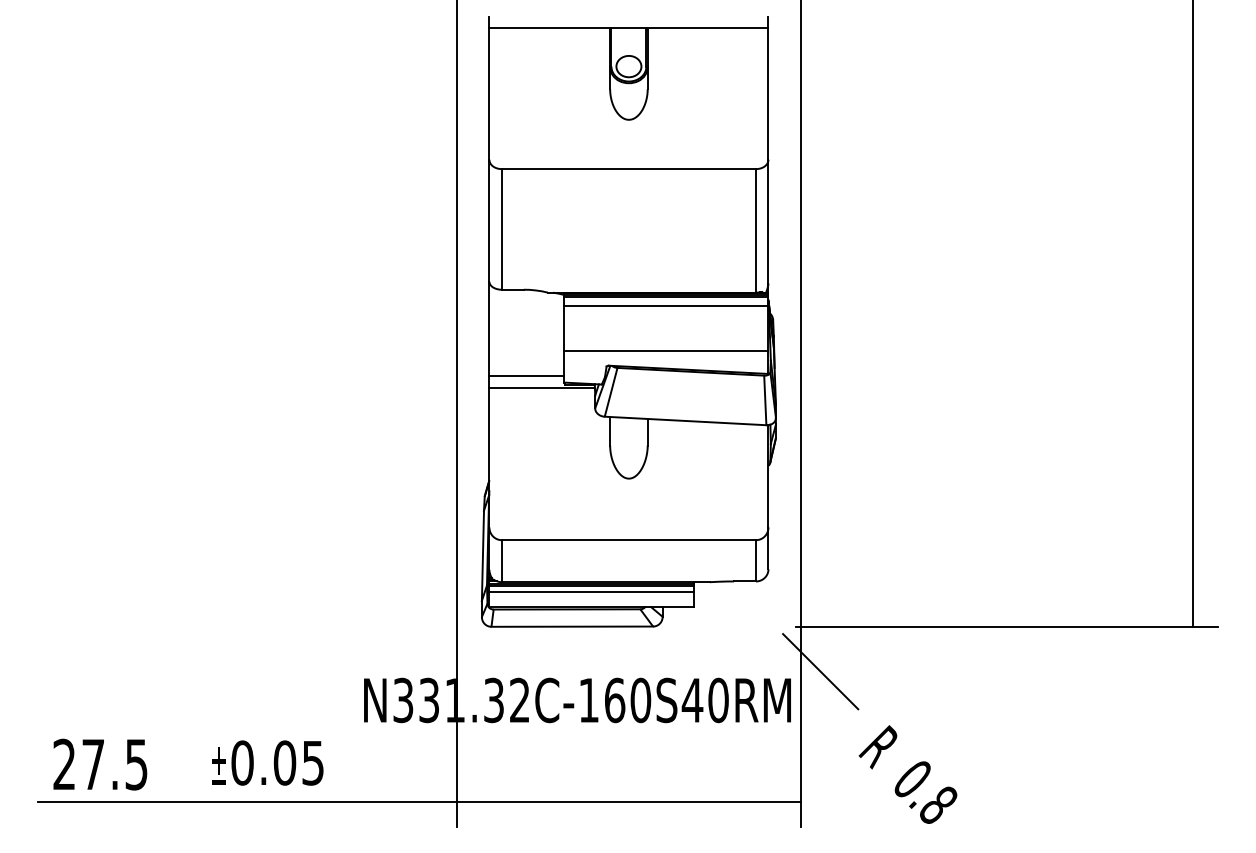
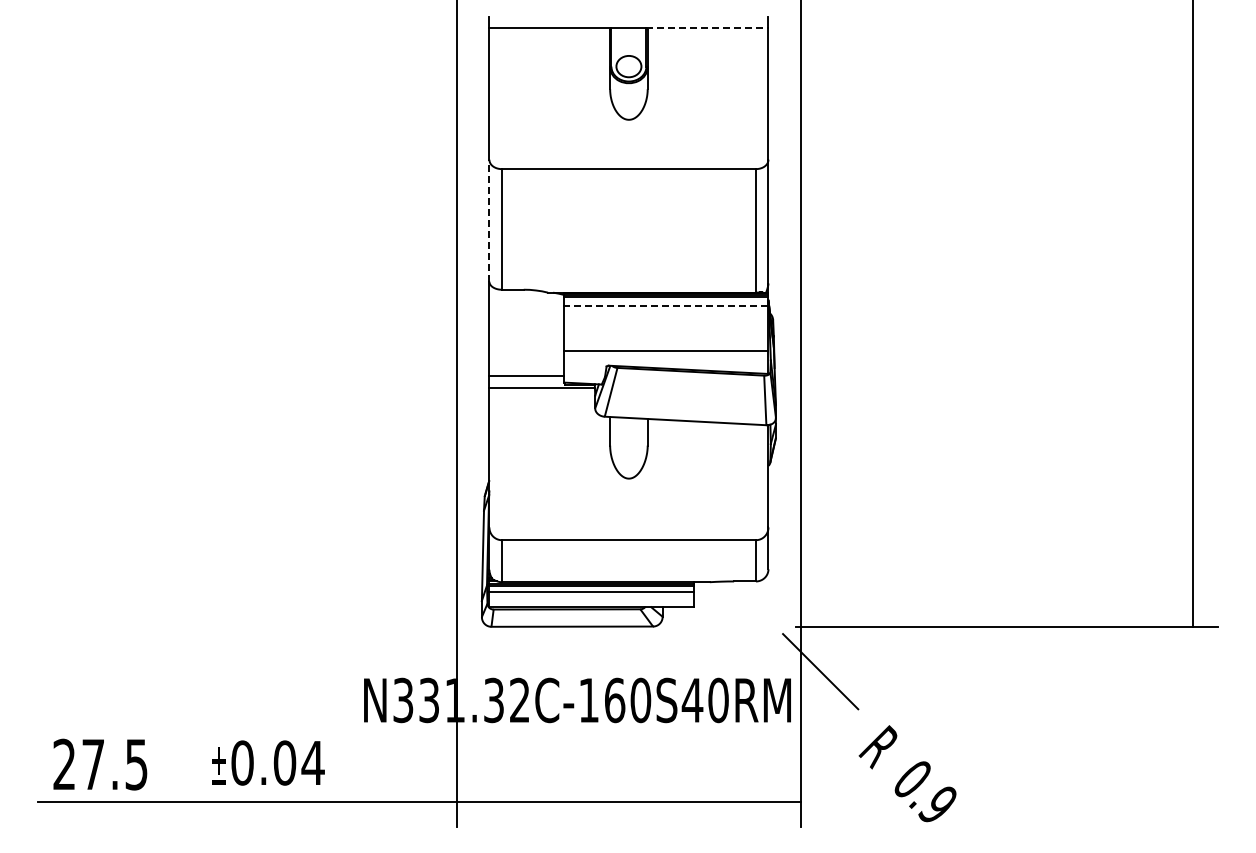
line at (707, 28): solid -> dashed
line at (489, 220): solid -> dashed
line at (665, 305): solid -> dashed
text at (312, 763): 0.05 -> 0.04
text at (937, 805): 0.8 -> 0.9
